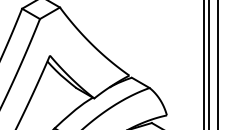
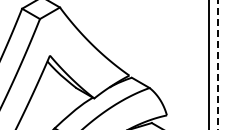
line at (204, 64): present -> none
line at (217, 65): solid -> dashed
